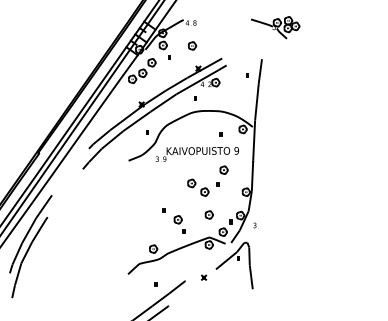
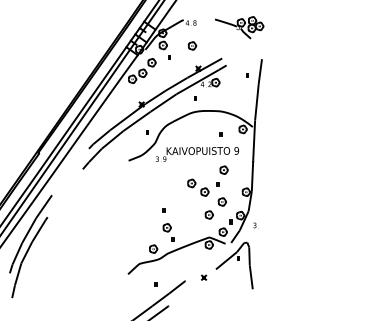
part at (275, 27) position: (275, 27) -> (239, 27)
part at (221, 201): none -> present
part at (179, 224) position: (179, 224) -> (168, 232)
